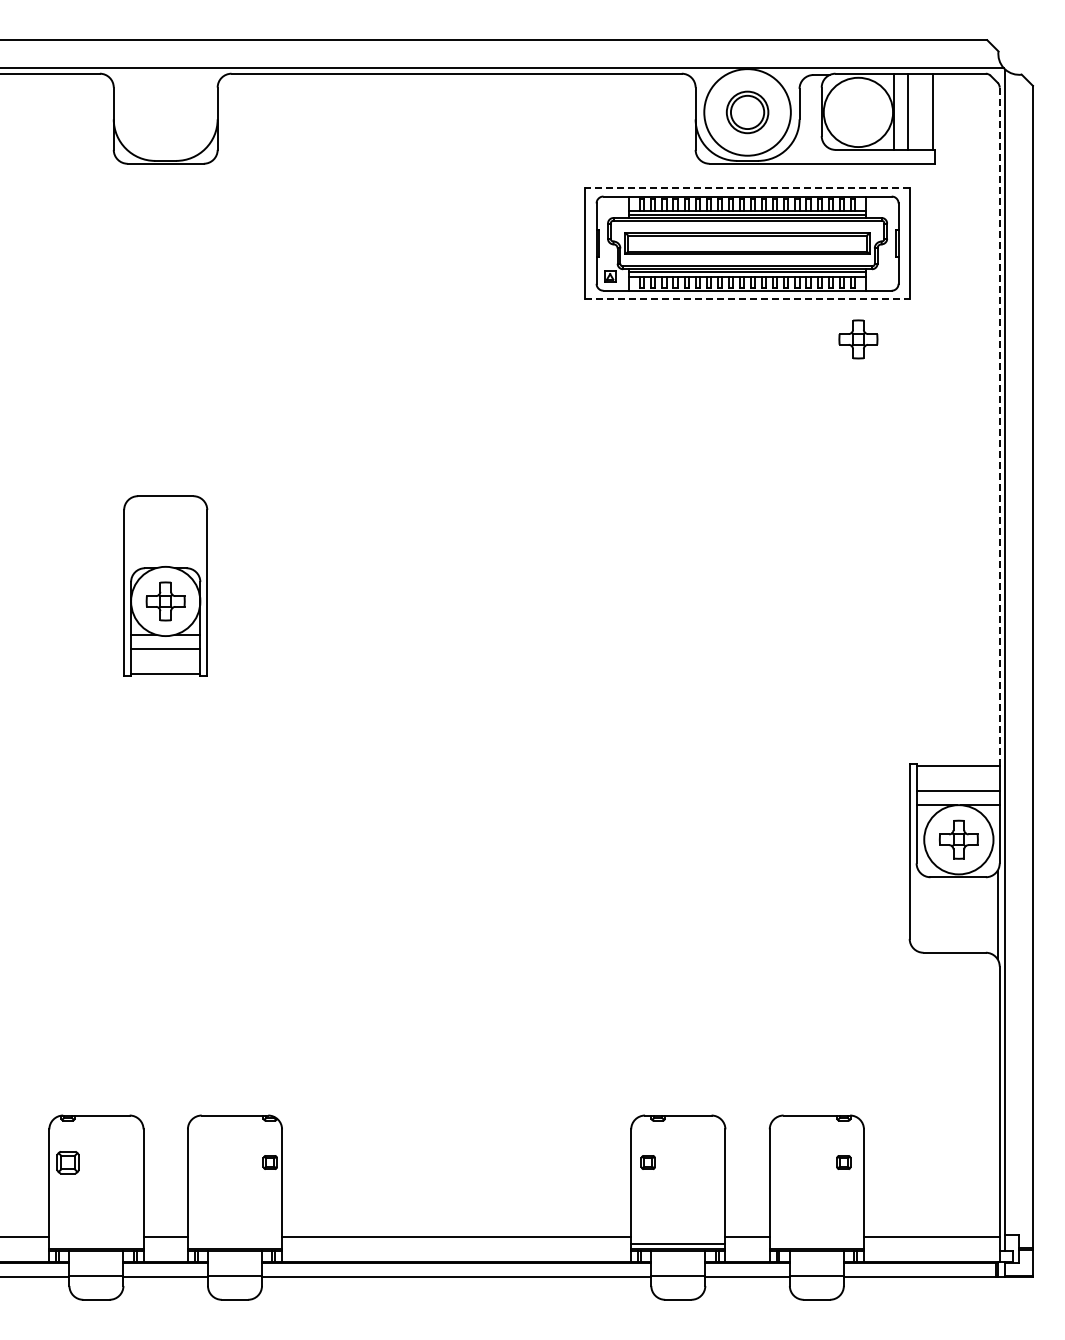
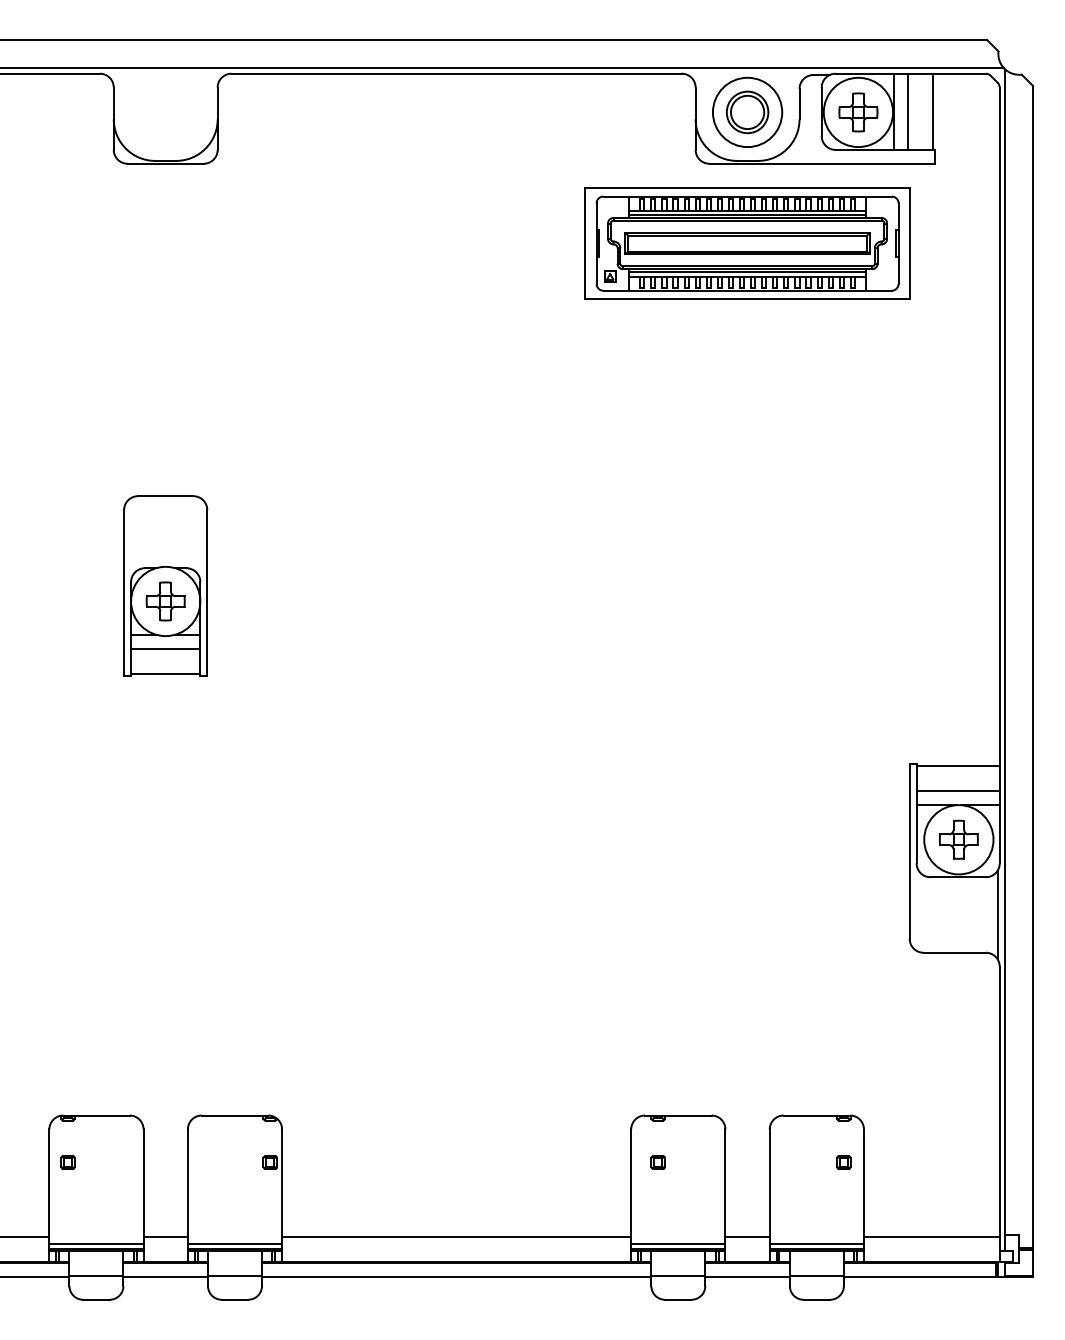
circle at (747, 112) diameter: 87 px -> 69 px
line at (747, 188): dashed -> solid
line at (747, 298): dashed -> solid
part at (858, 339) position: (858, 339) -> (858, 112)
line at (999, 426): dashed -> solid
part at (67, 1162) size: 24x24 px -> 16x15 px
part at (647, 1162) position: (647, 1162) -> (657, 1162)
line at (96, 1244): none -> present
line at (234, 1244): none -> present
line at (816, 1244): none -> present
